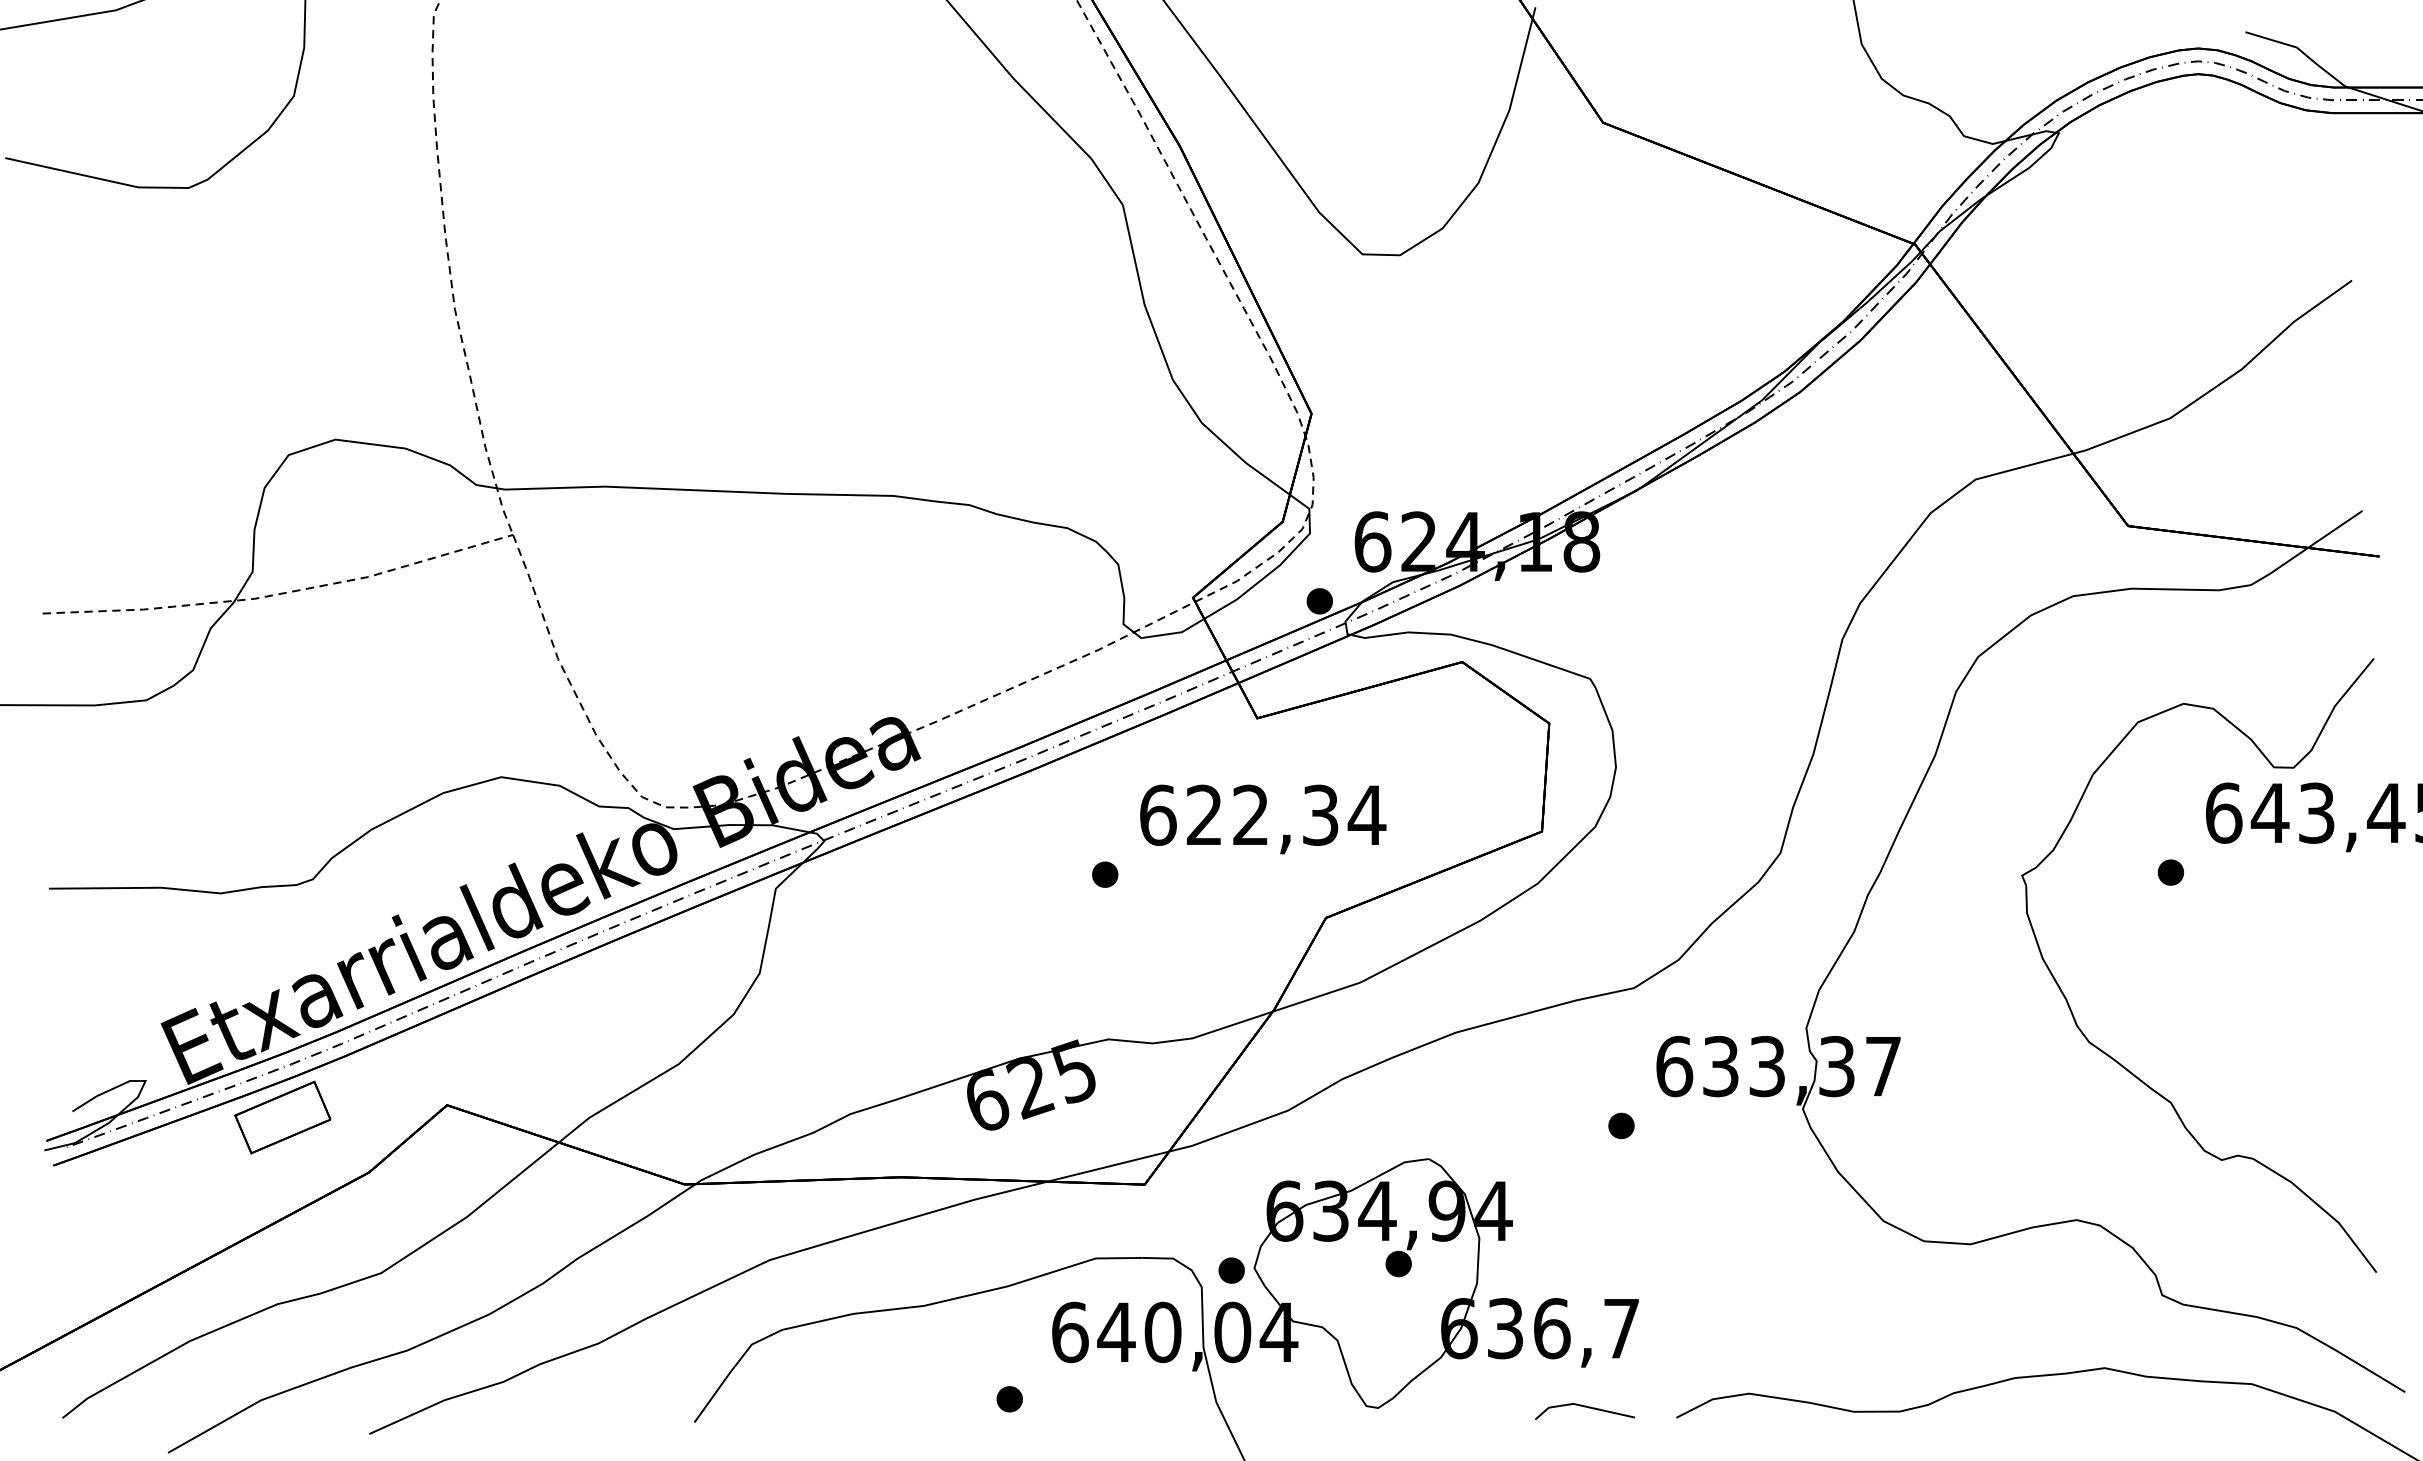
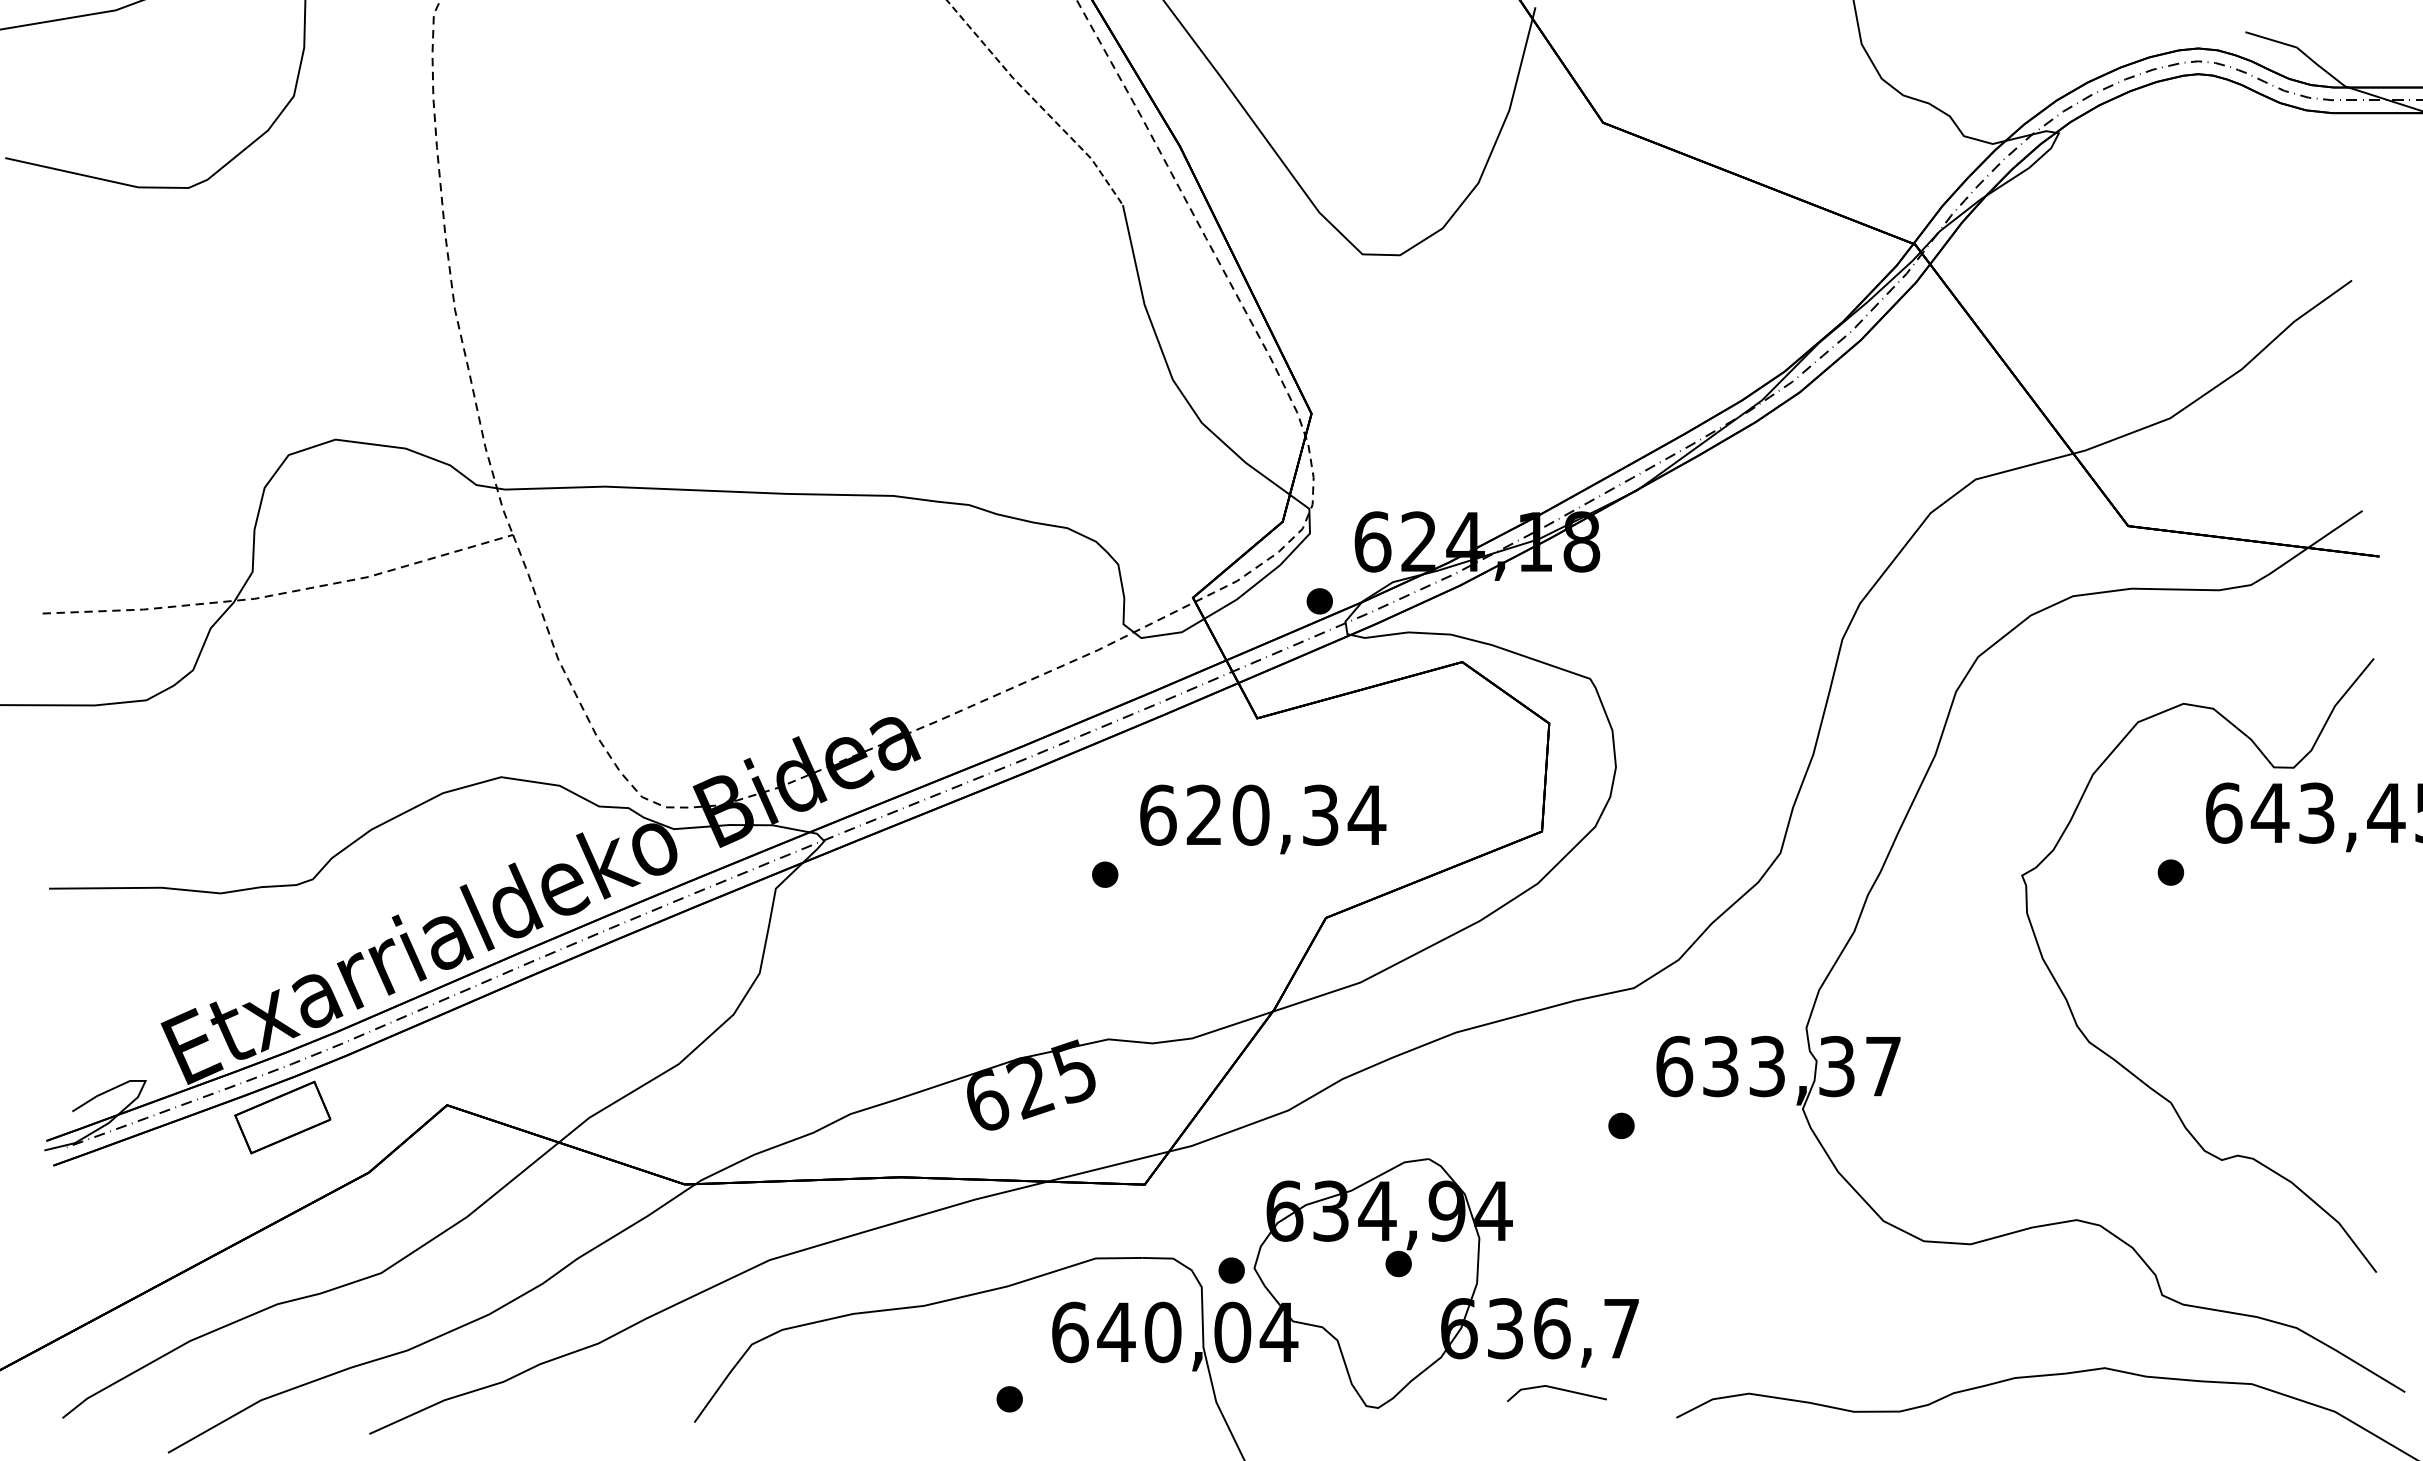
line at (1036, 101): solid -> dashed
text at (1250, 814): 622,34 -> 620,34
line at (1584, 1407) position: (1584, 1407) -> (1556, 1389)
